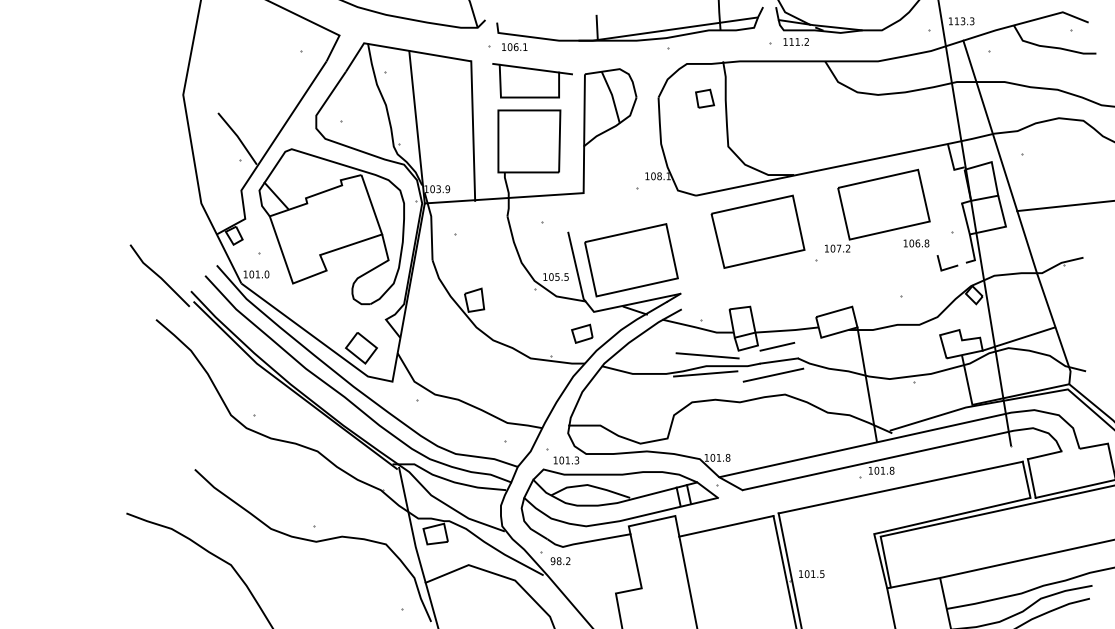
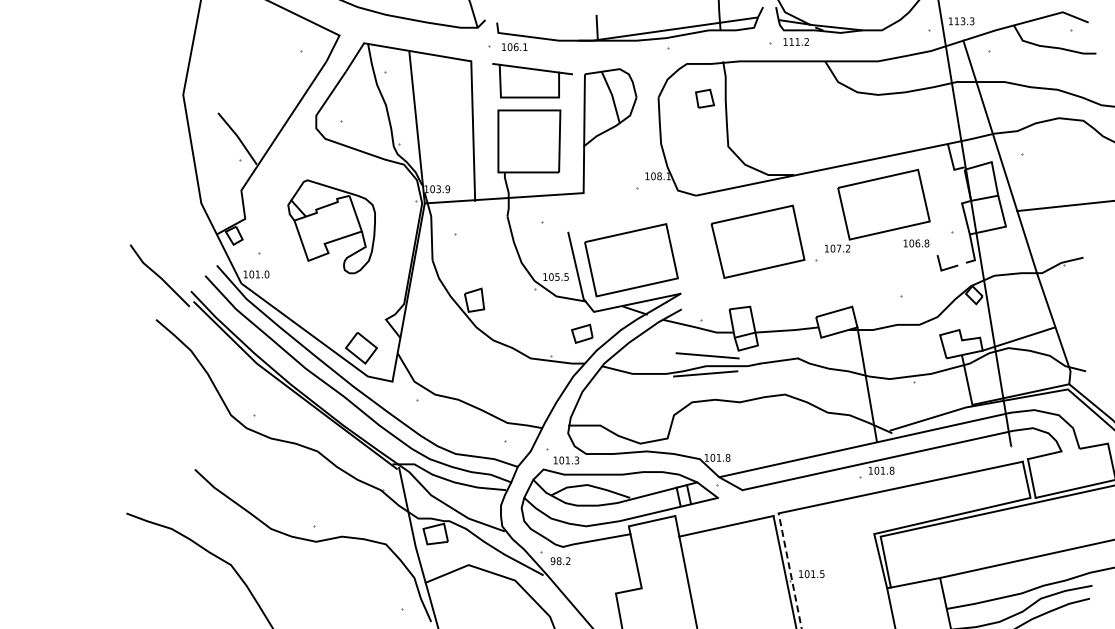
part at (331, 226) size: 147x158 px -> 89x96 px
part at (757, 231) position: (757, 231) -> (757, 241)
line at (777, 346): present -> none
line at (773, 374): present -> none
line at (790, 570): solid -> dashed
